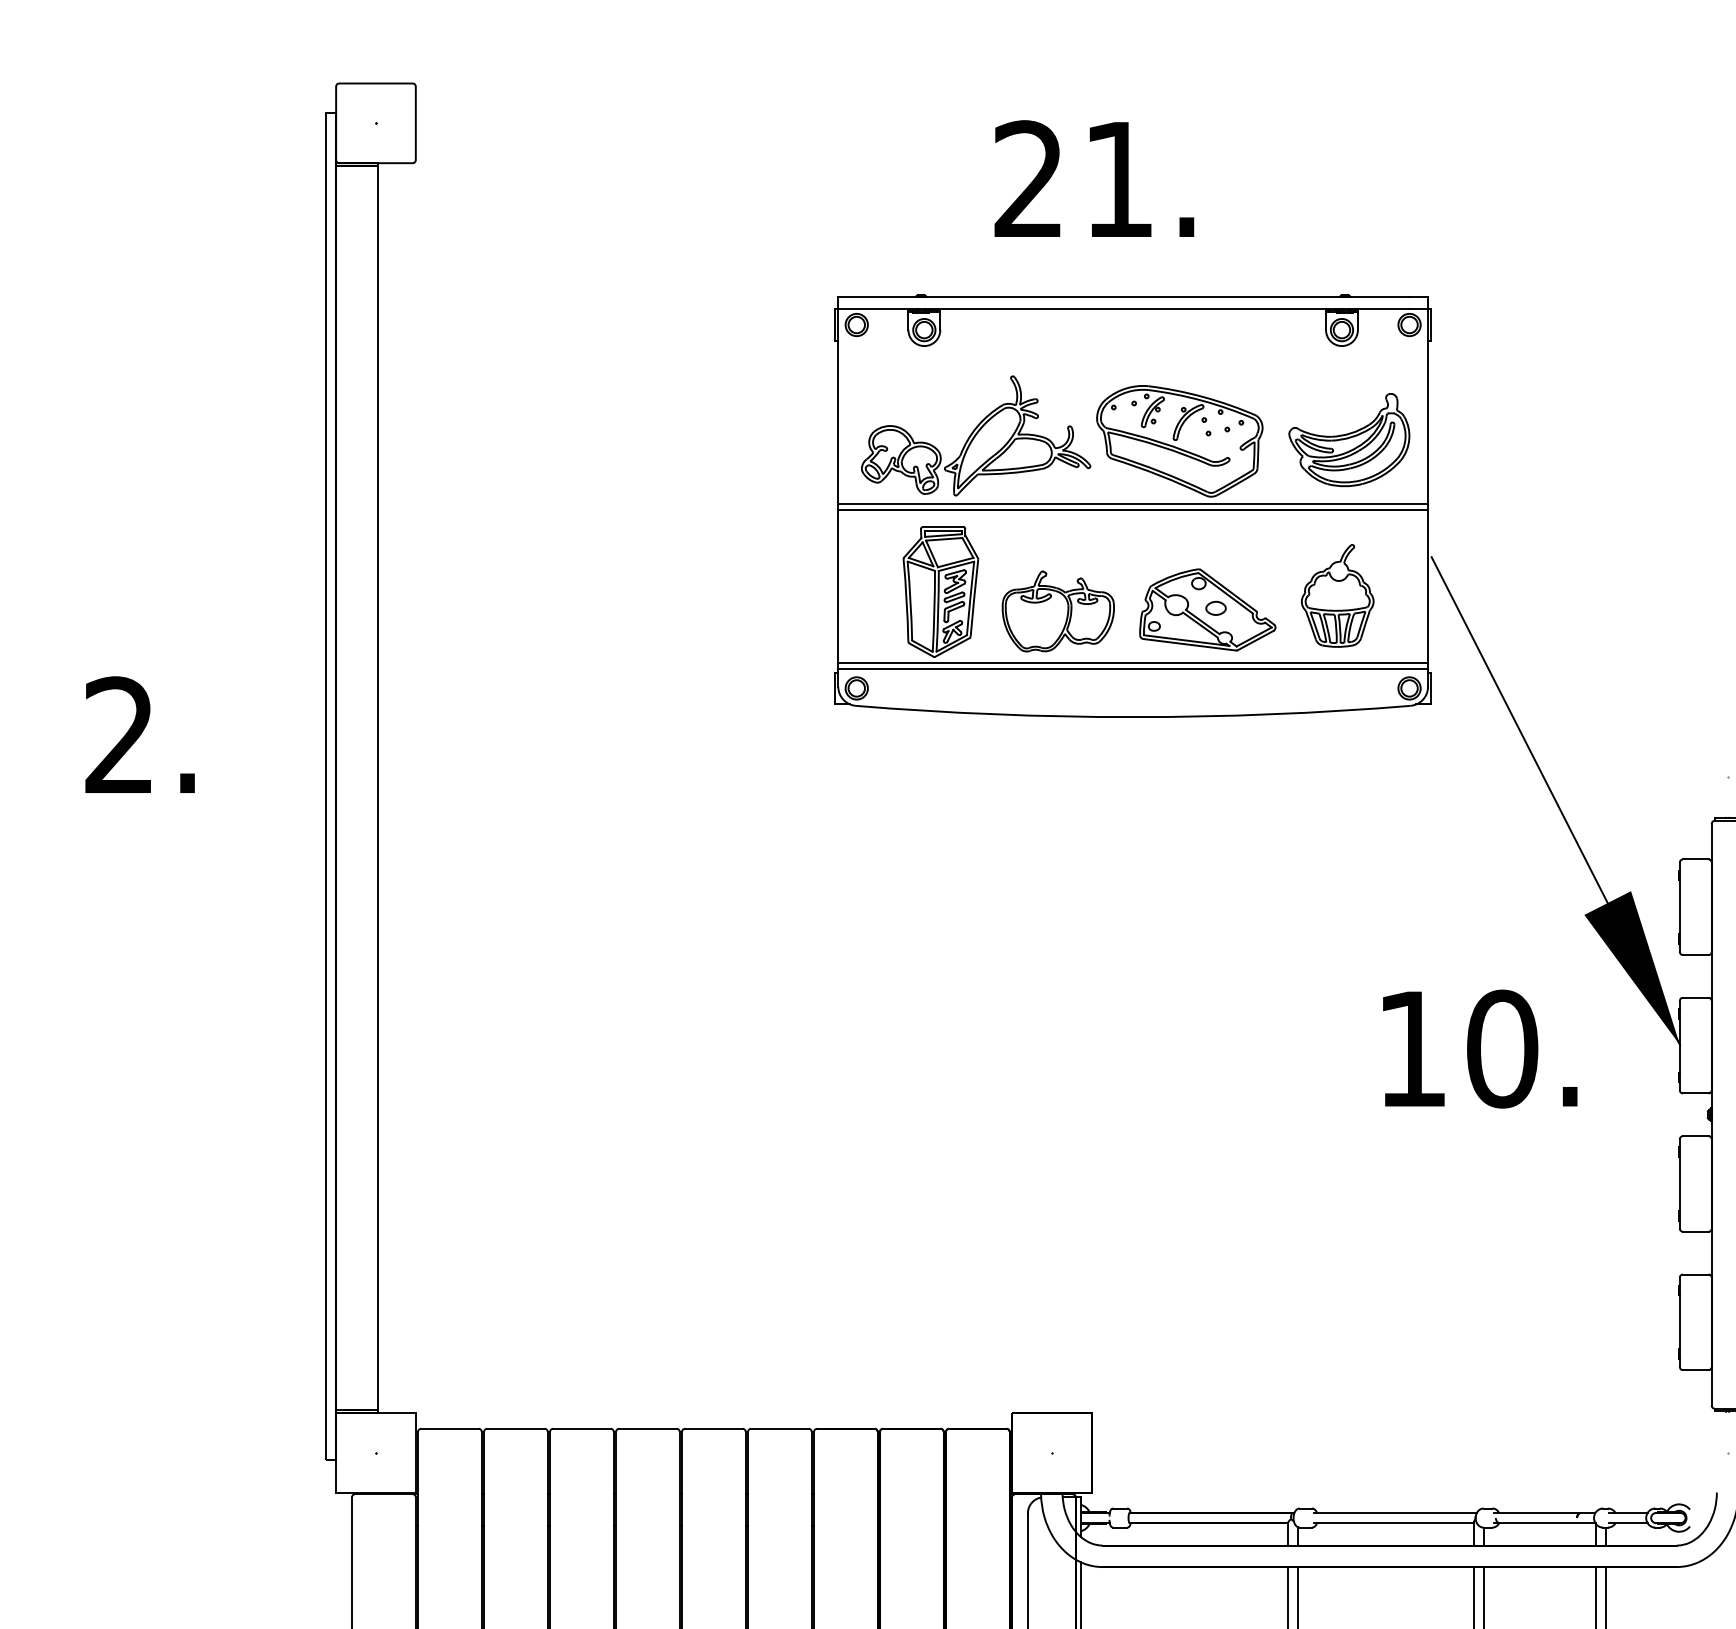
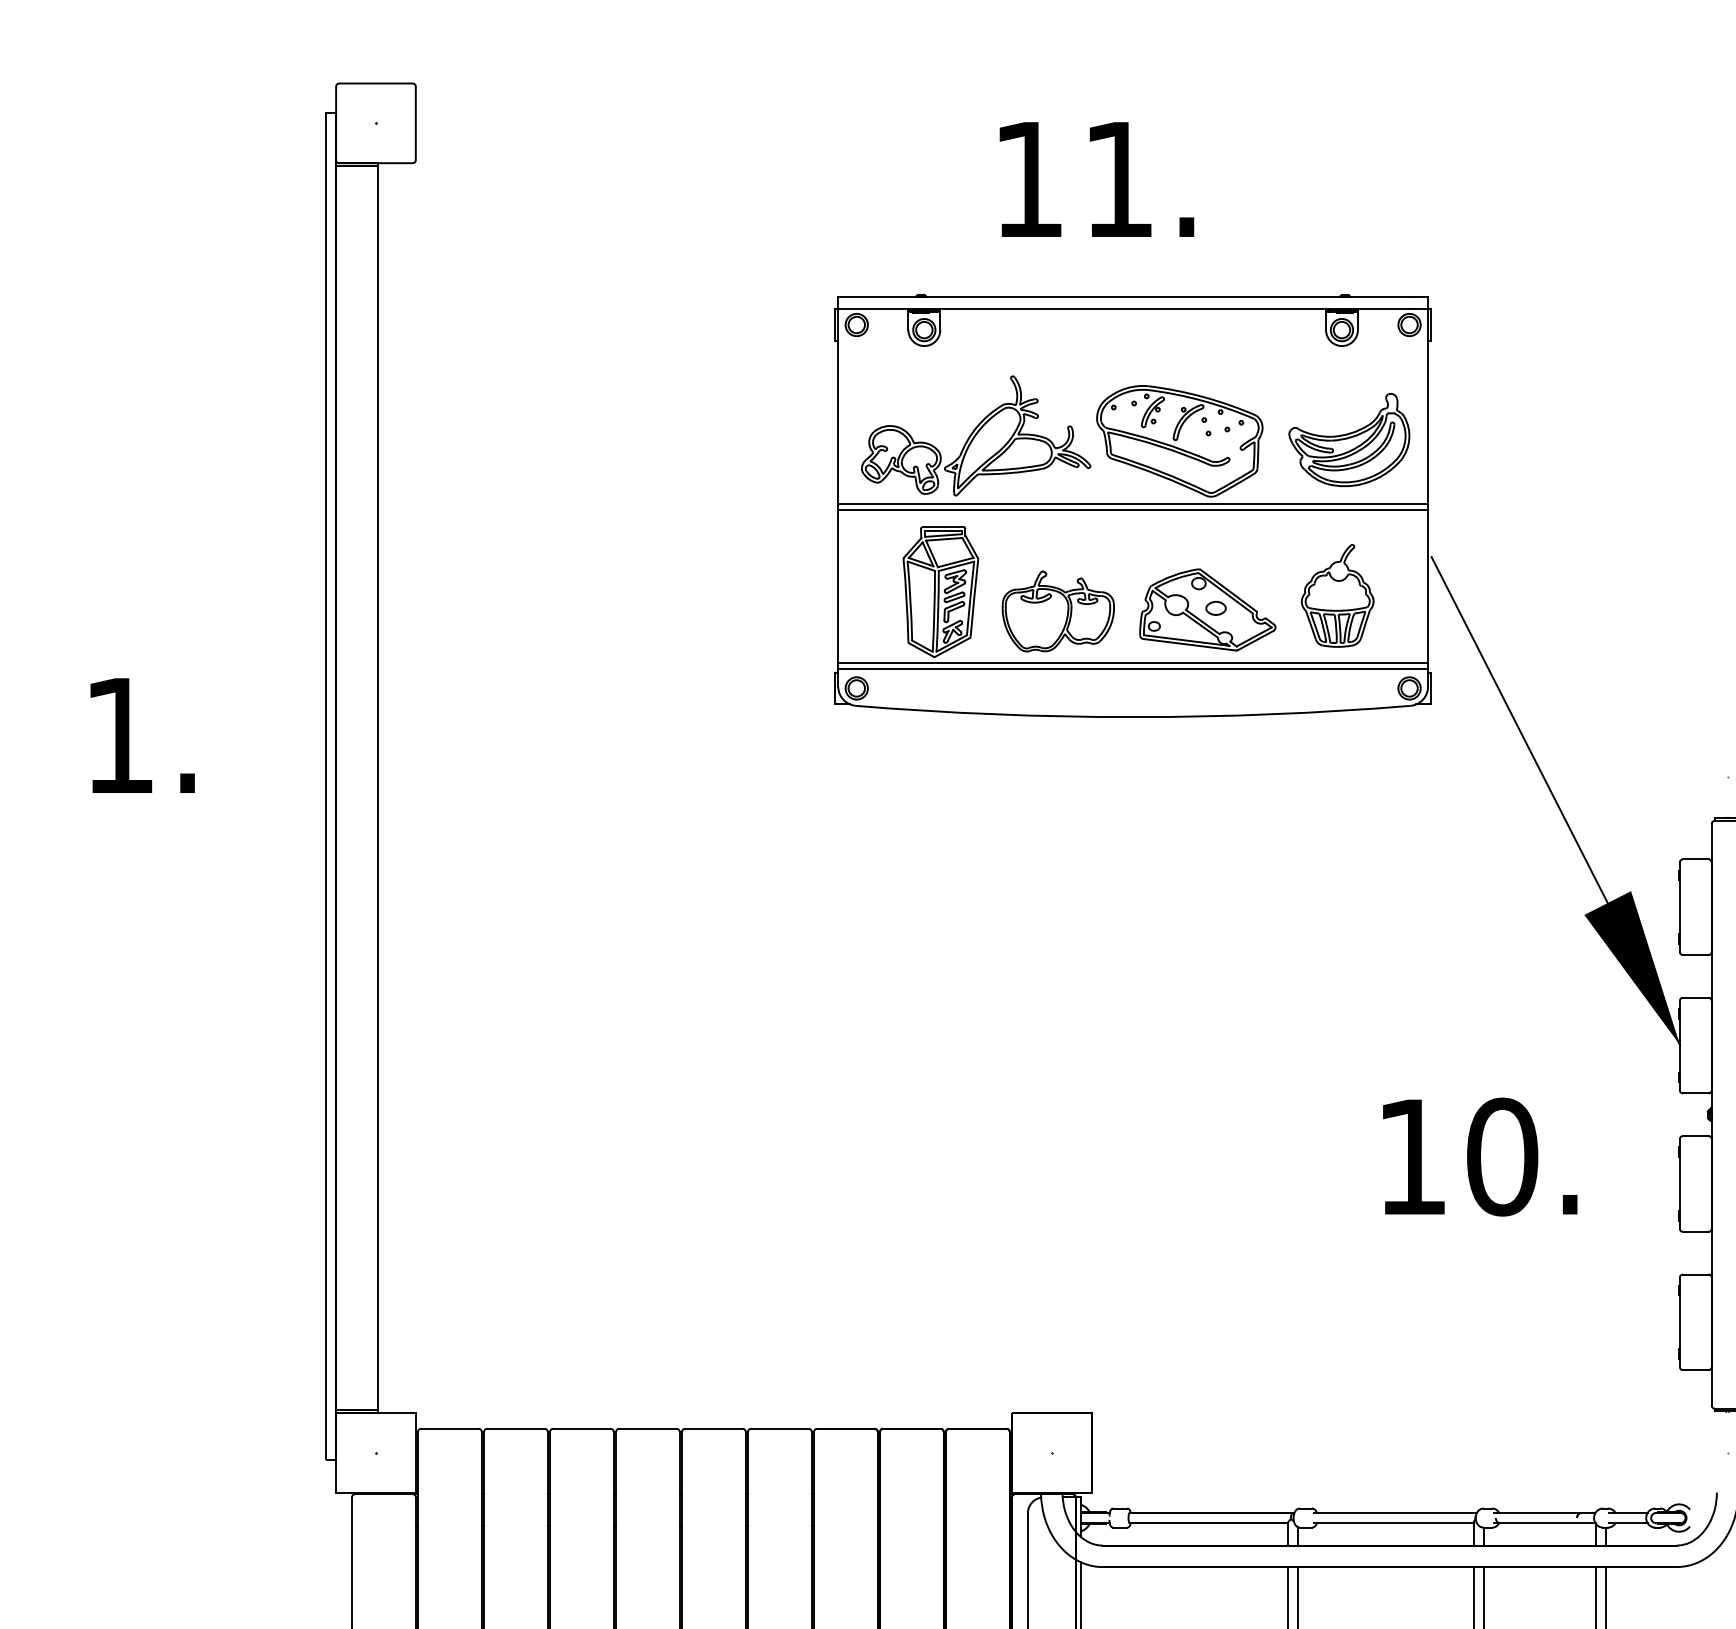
text at (1027, 178): 21. -> 11.
text at (118, 734): 2. -> 1.
text at (1480, 1048) position: (1480, 1048) -> (1480, 1156)
